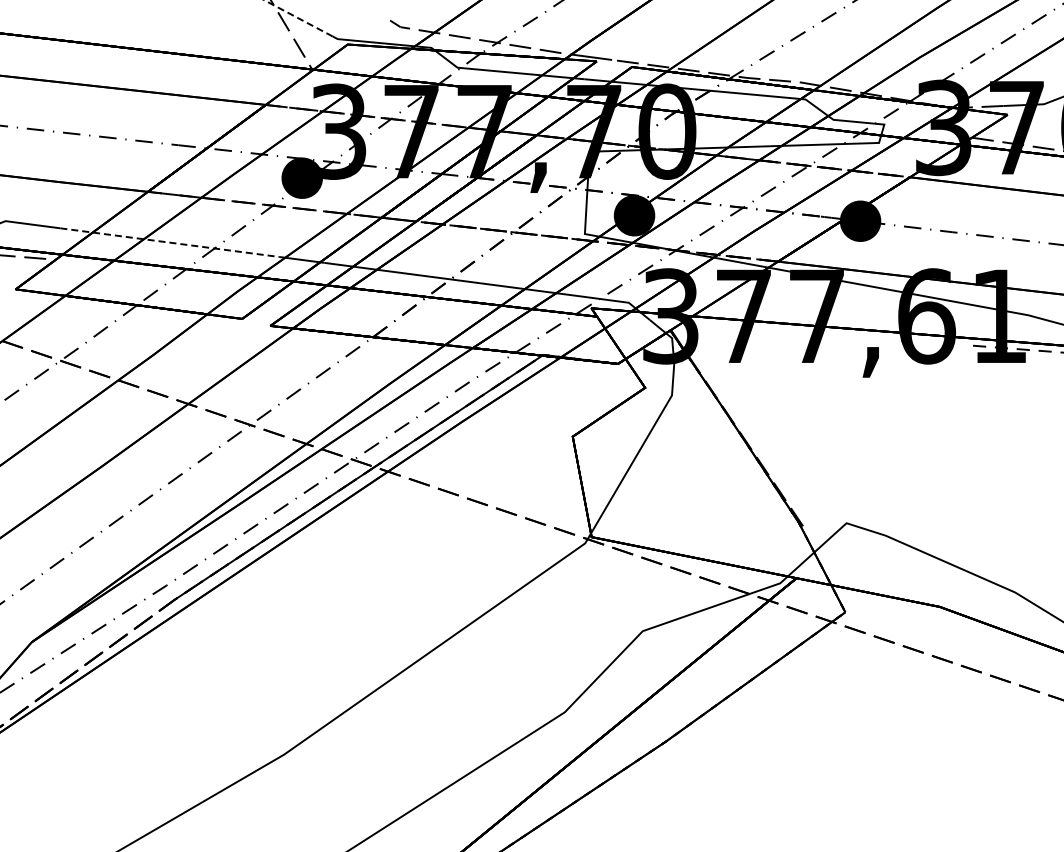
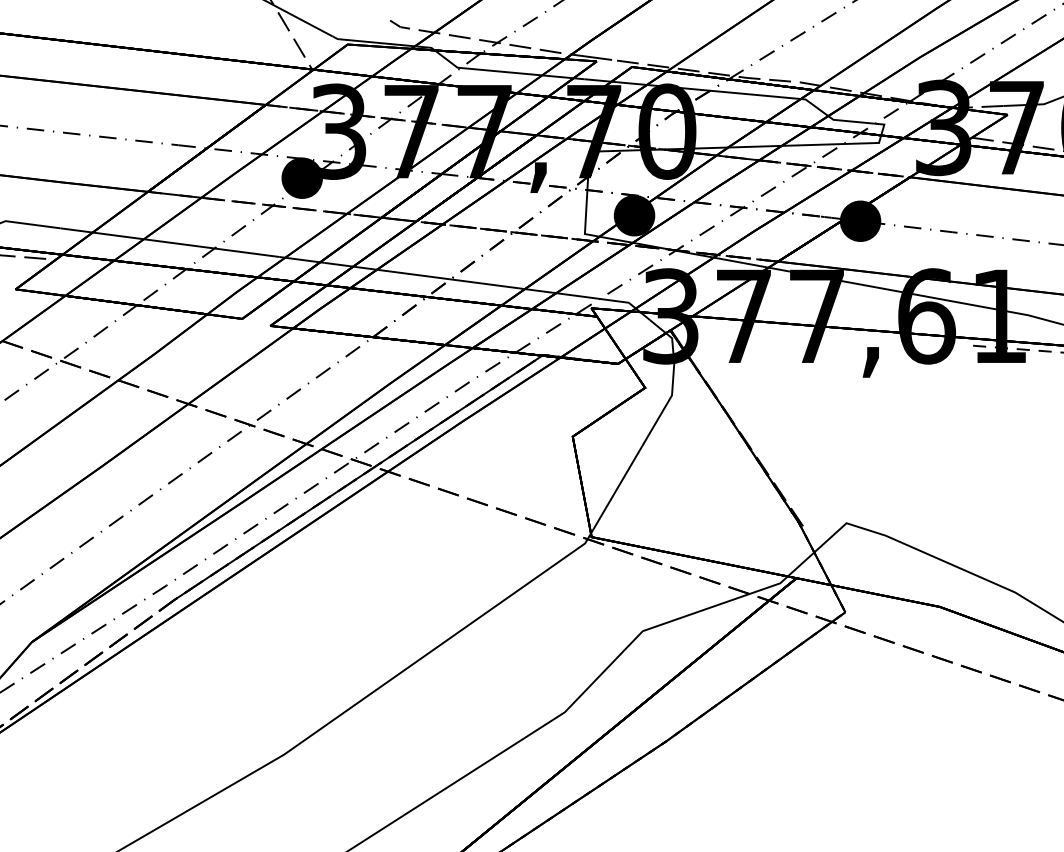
line at (298, 18): dashed -> solid
line at (169, 242): dashed -> solid
